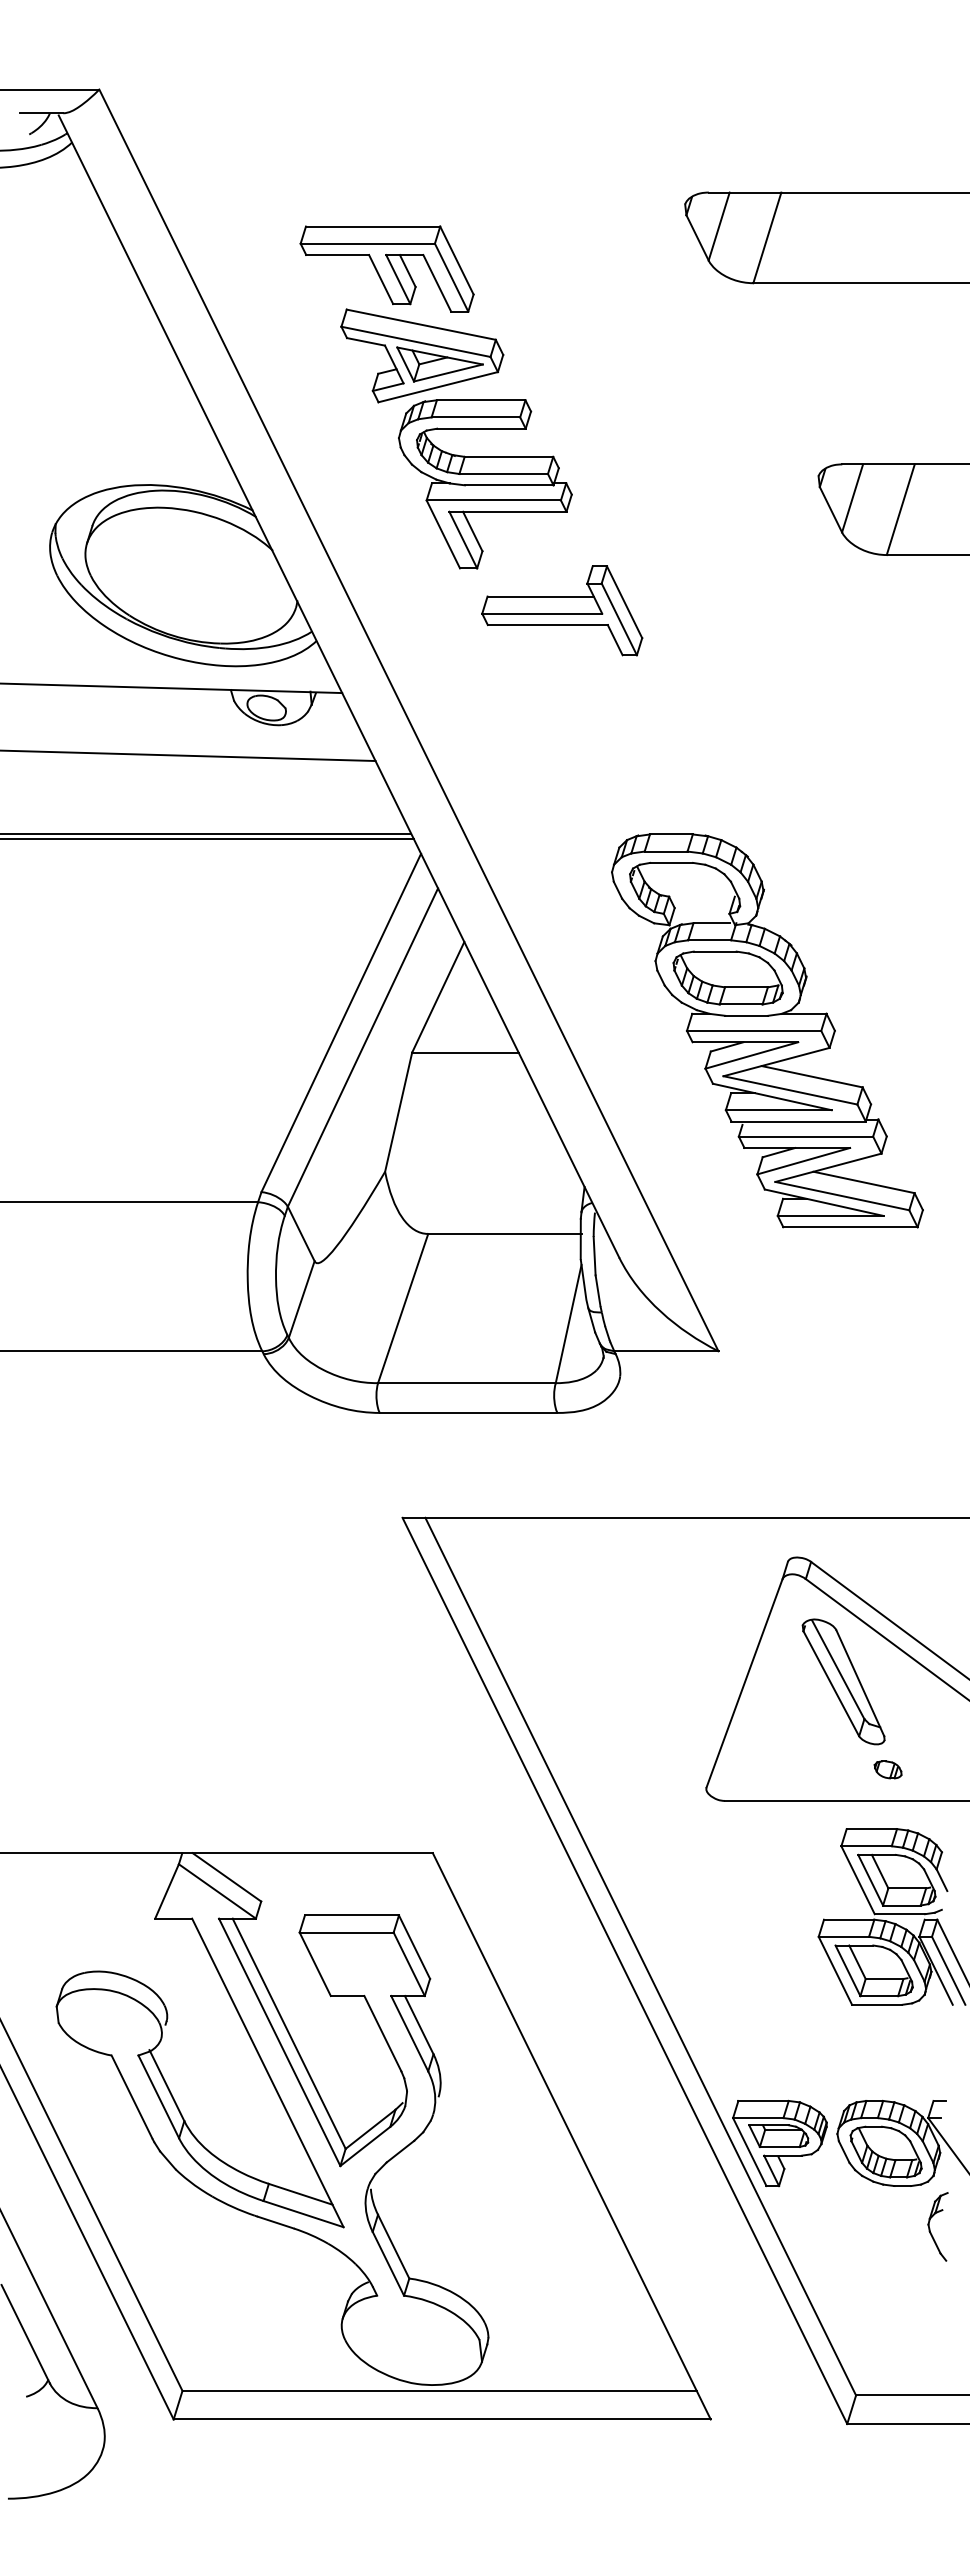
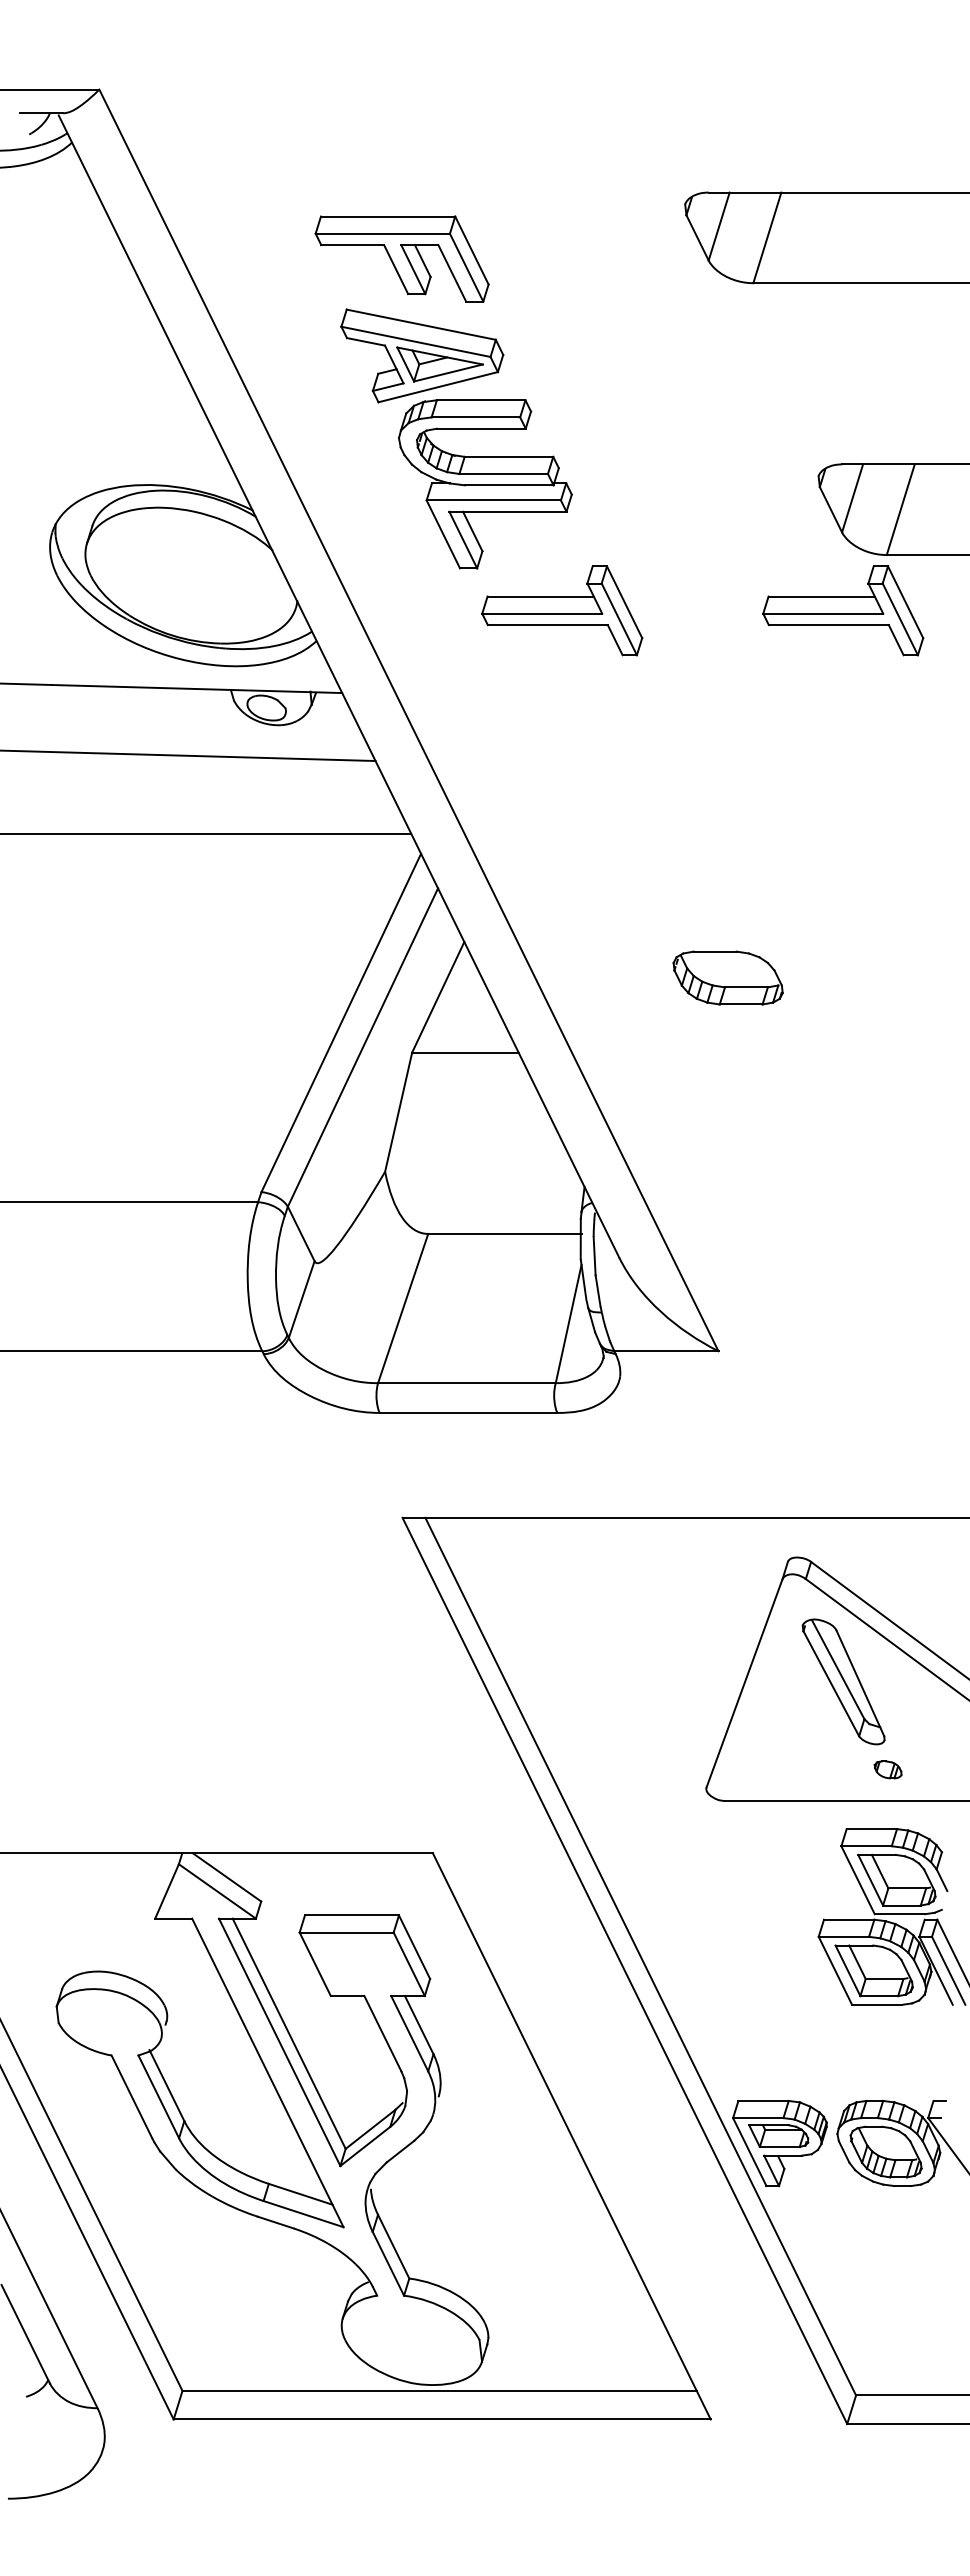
part at (386, 268) position: (386, 268) -> (401, 258)
part at (843, 610): none -> present
line at (207, 838): present -> none
part at (767, 1030): present -> none
part at (930, 2228): present -> none
